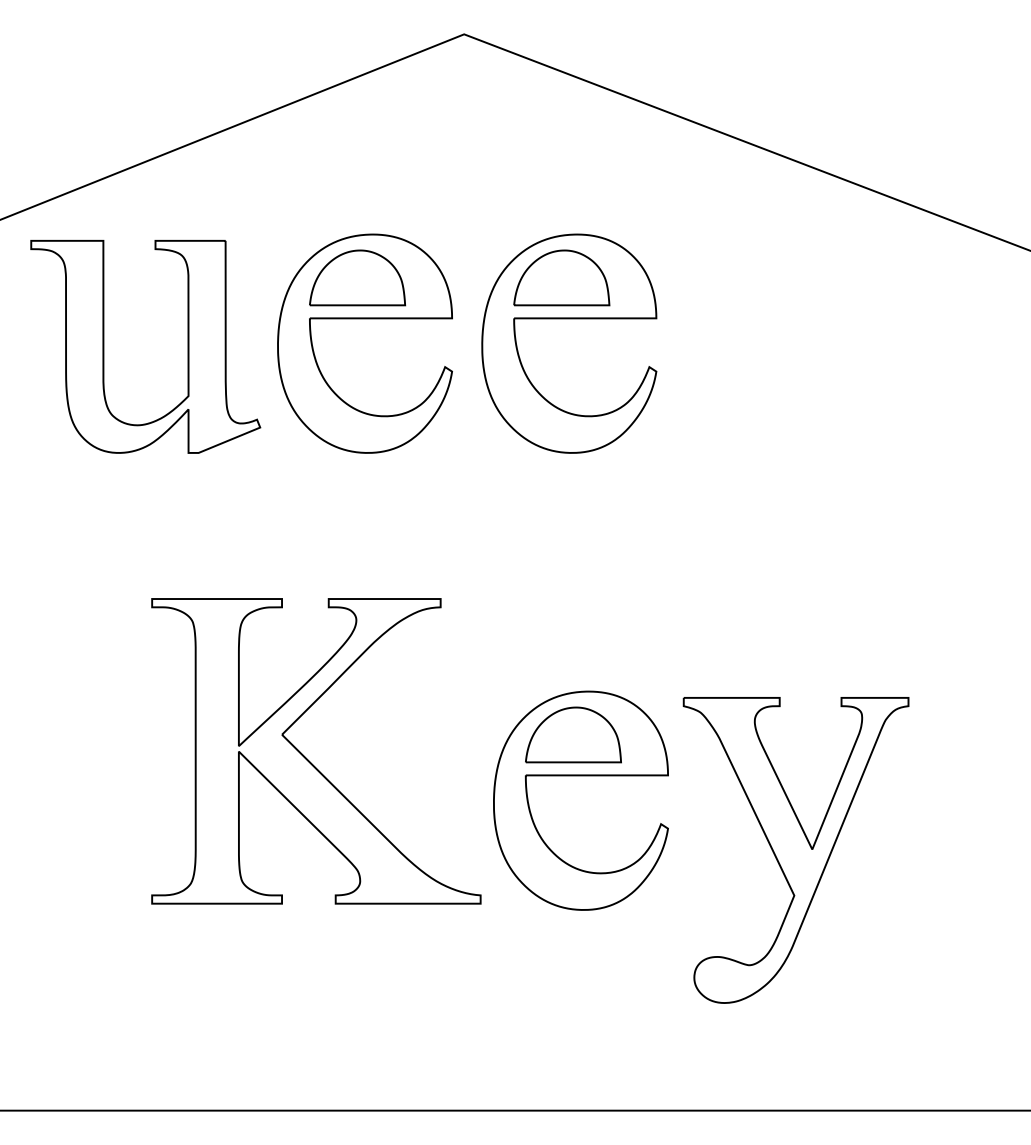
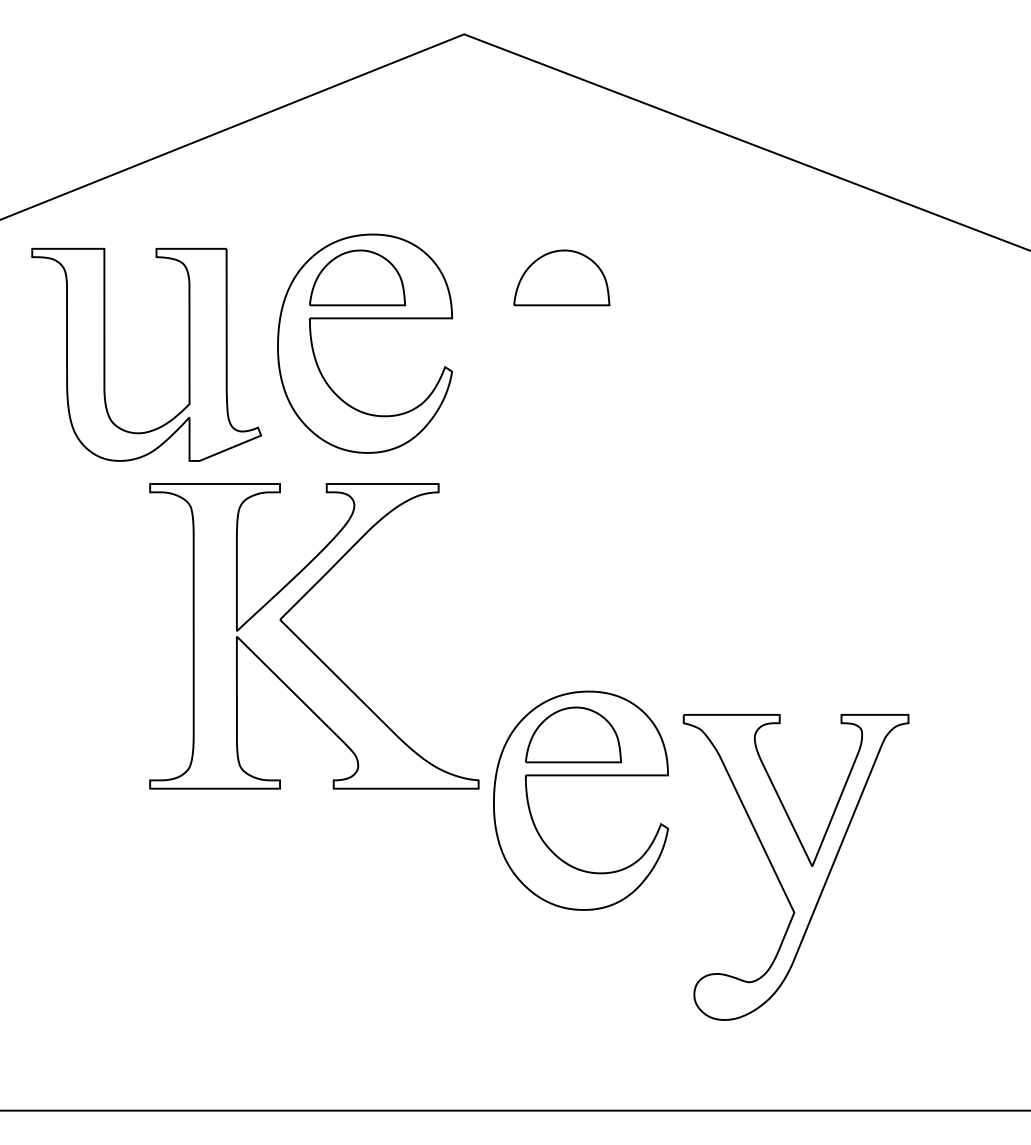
part at (569, 319): present -> none
part at (104, 346) position: (104, 346) -> (105, 354)
part at (308, 759) position: (308, 759) -> (306, 644)
part at (795, 850) position: (795, 850) -> (795, 867)
